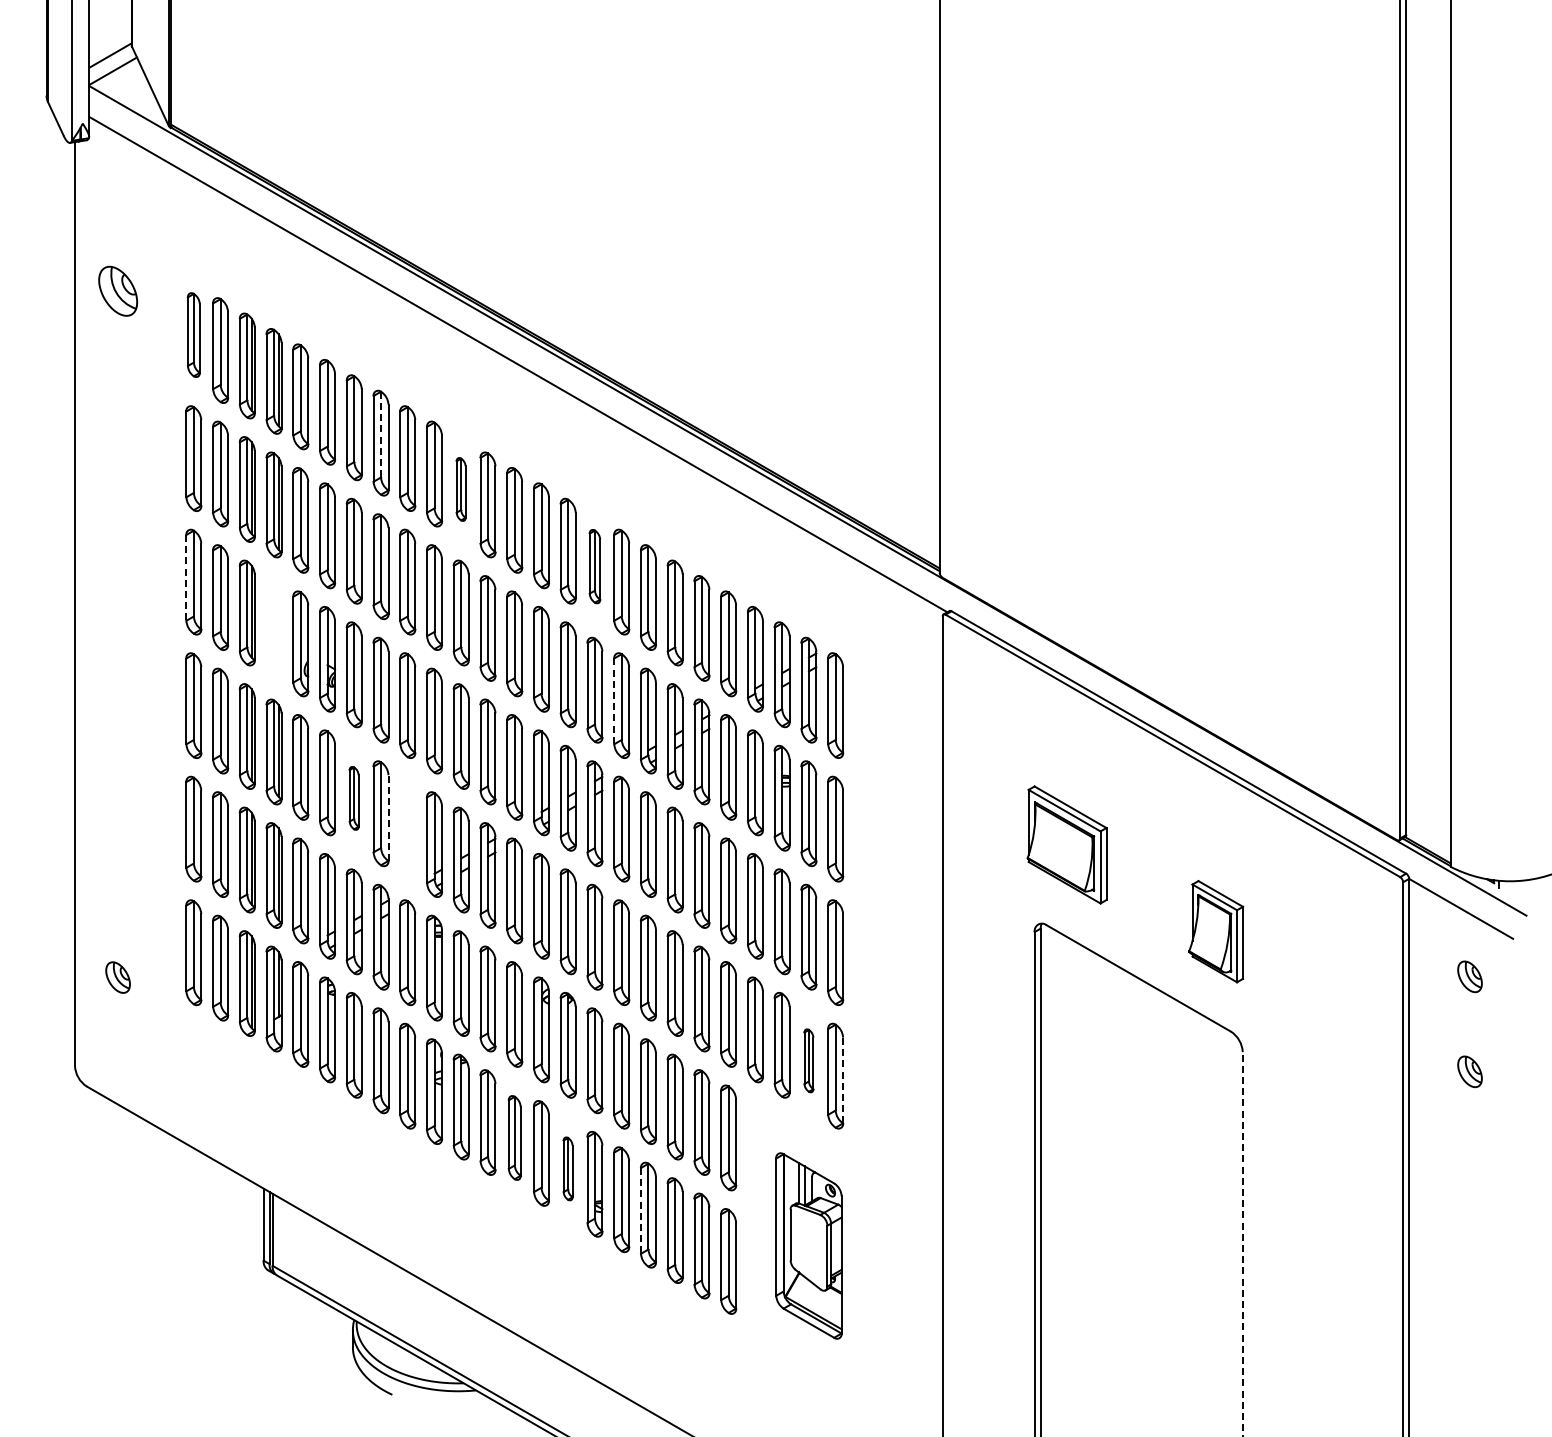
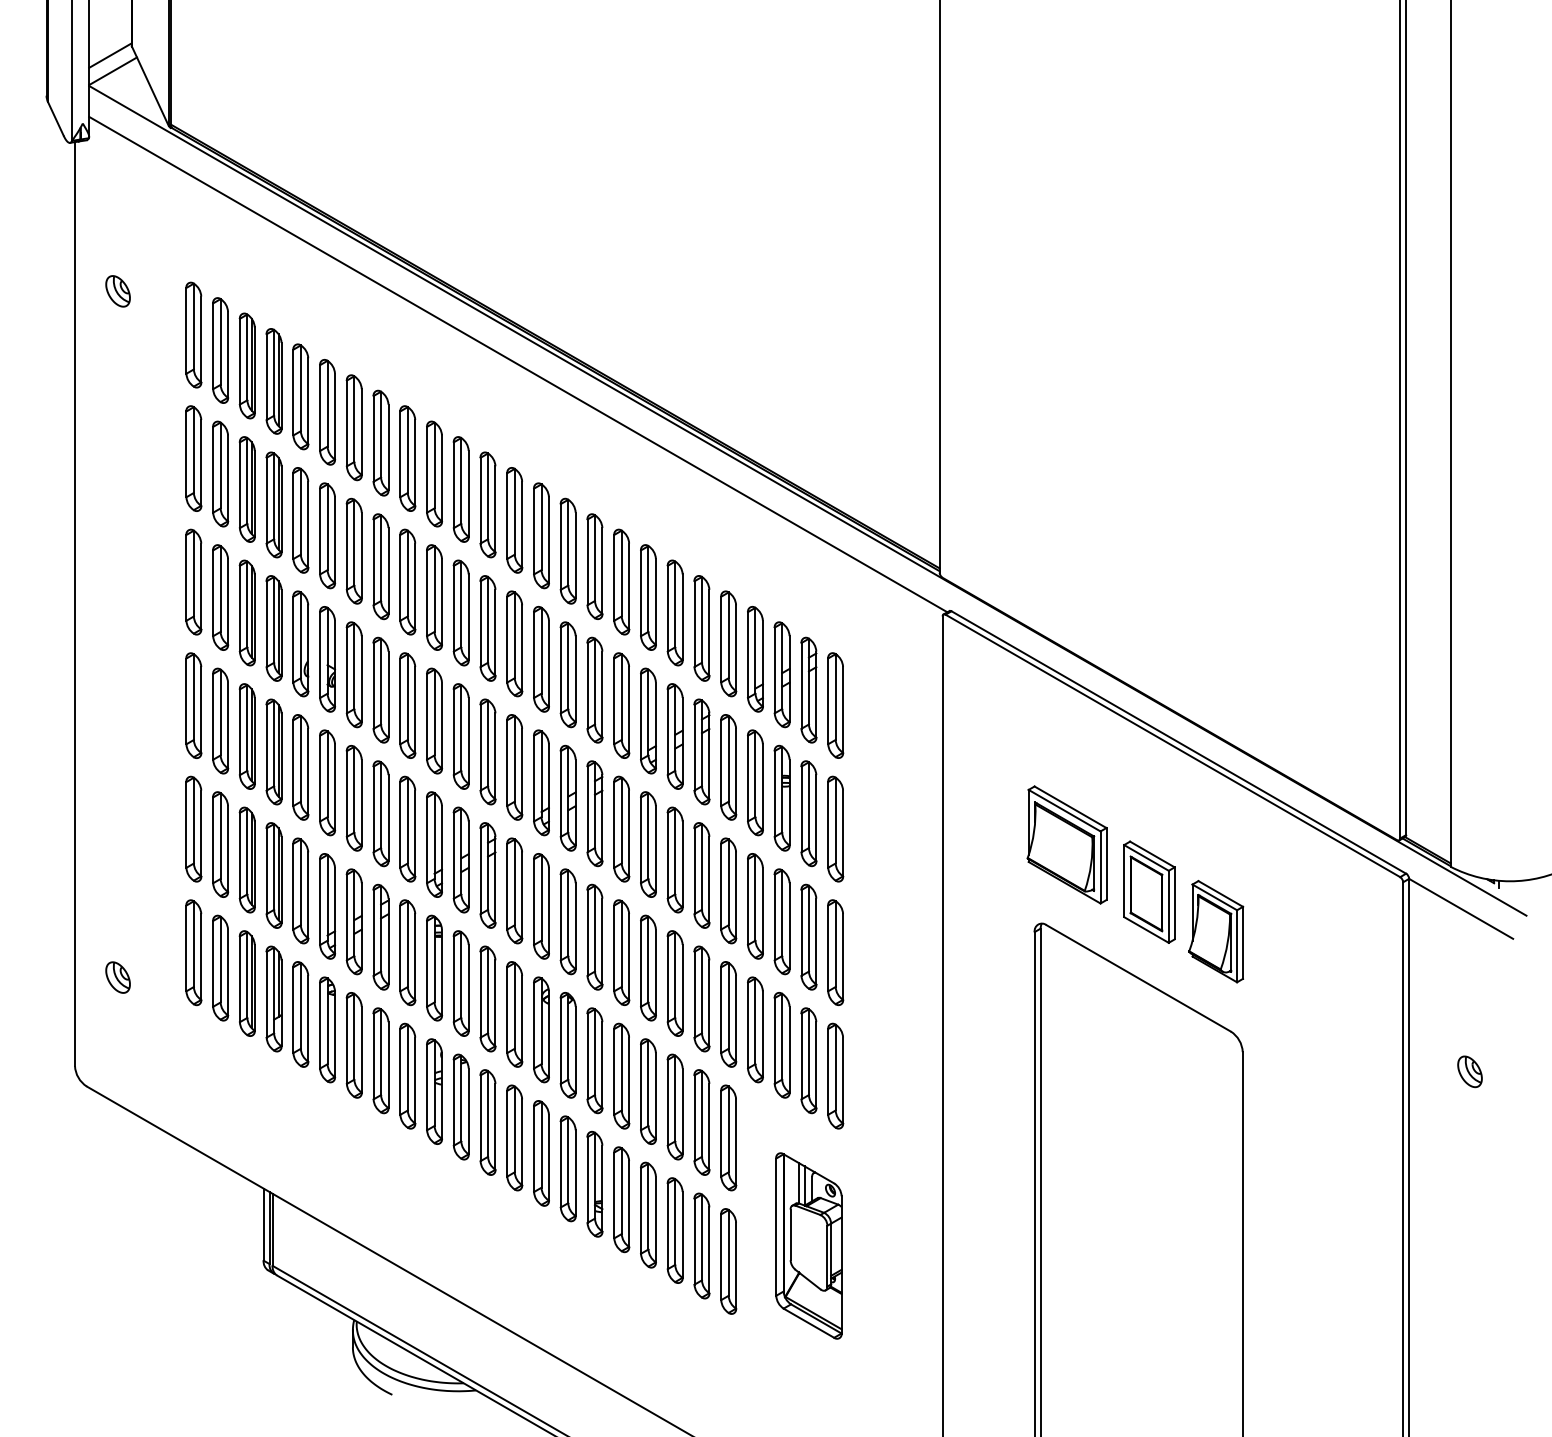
part at (118, 290) size: 41x52 px -> 26x33 px
part at (193, 334) size: 14x86 px -> 18x108 px
line at (381, 434): dashed -> solid
part at (460, 489) size: 12x65 px -> 18x107 px
part at (594, 566) size: 14x76 px -> 18x107 px
line at (186, 577): dashed -> solid
part at (273, 628): none -> present
line at (614, 701): dashed -> solid
part at (353, 798) size: 12x65 px -> 18x107 px
line at (388, 818): dashed -> solid
part at (407, 828): none -> present
part at (1149, 891): none -> present
part at (1469, 976): present -> none
part at (808, 1060) size: 12x66 px -> 18x108 px
line at (843, 1080): dashed -> solid
part at (514, 1137) size: 15x86 px -> 18x108 px
part at (567, 1168) size: 12x66 px -> 18x108 px
line at (641, 1210): dashed -> solid
line at (1242, 1243): dashed -> solid
